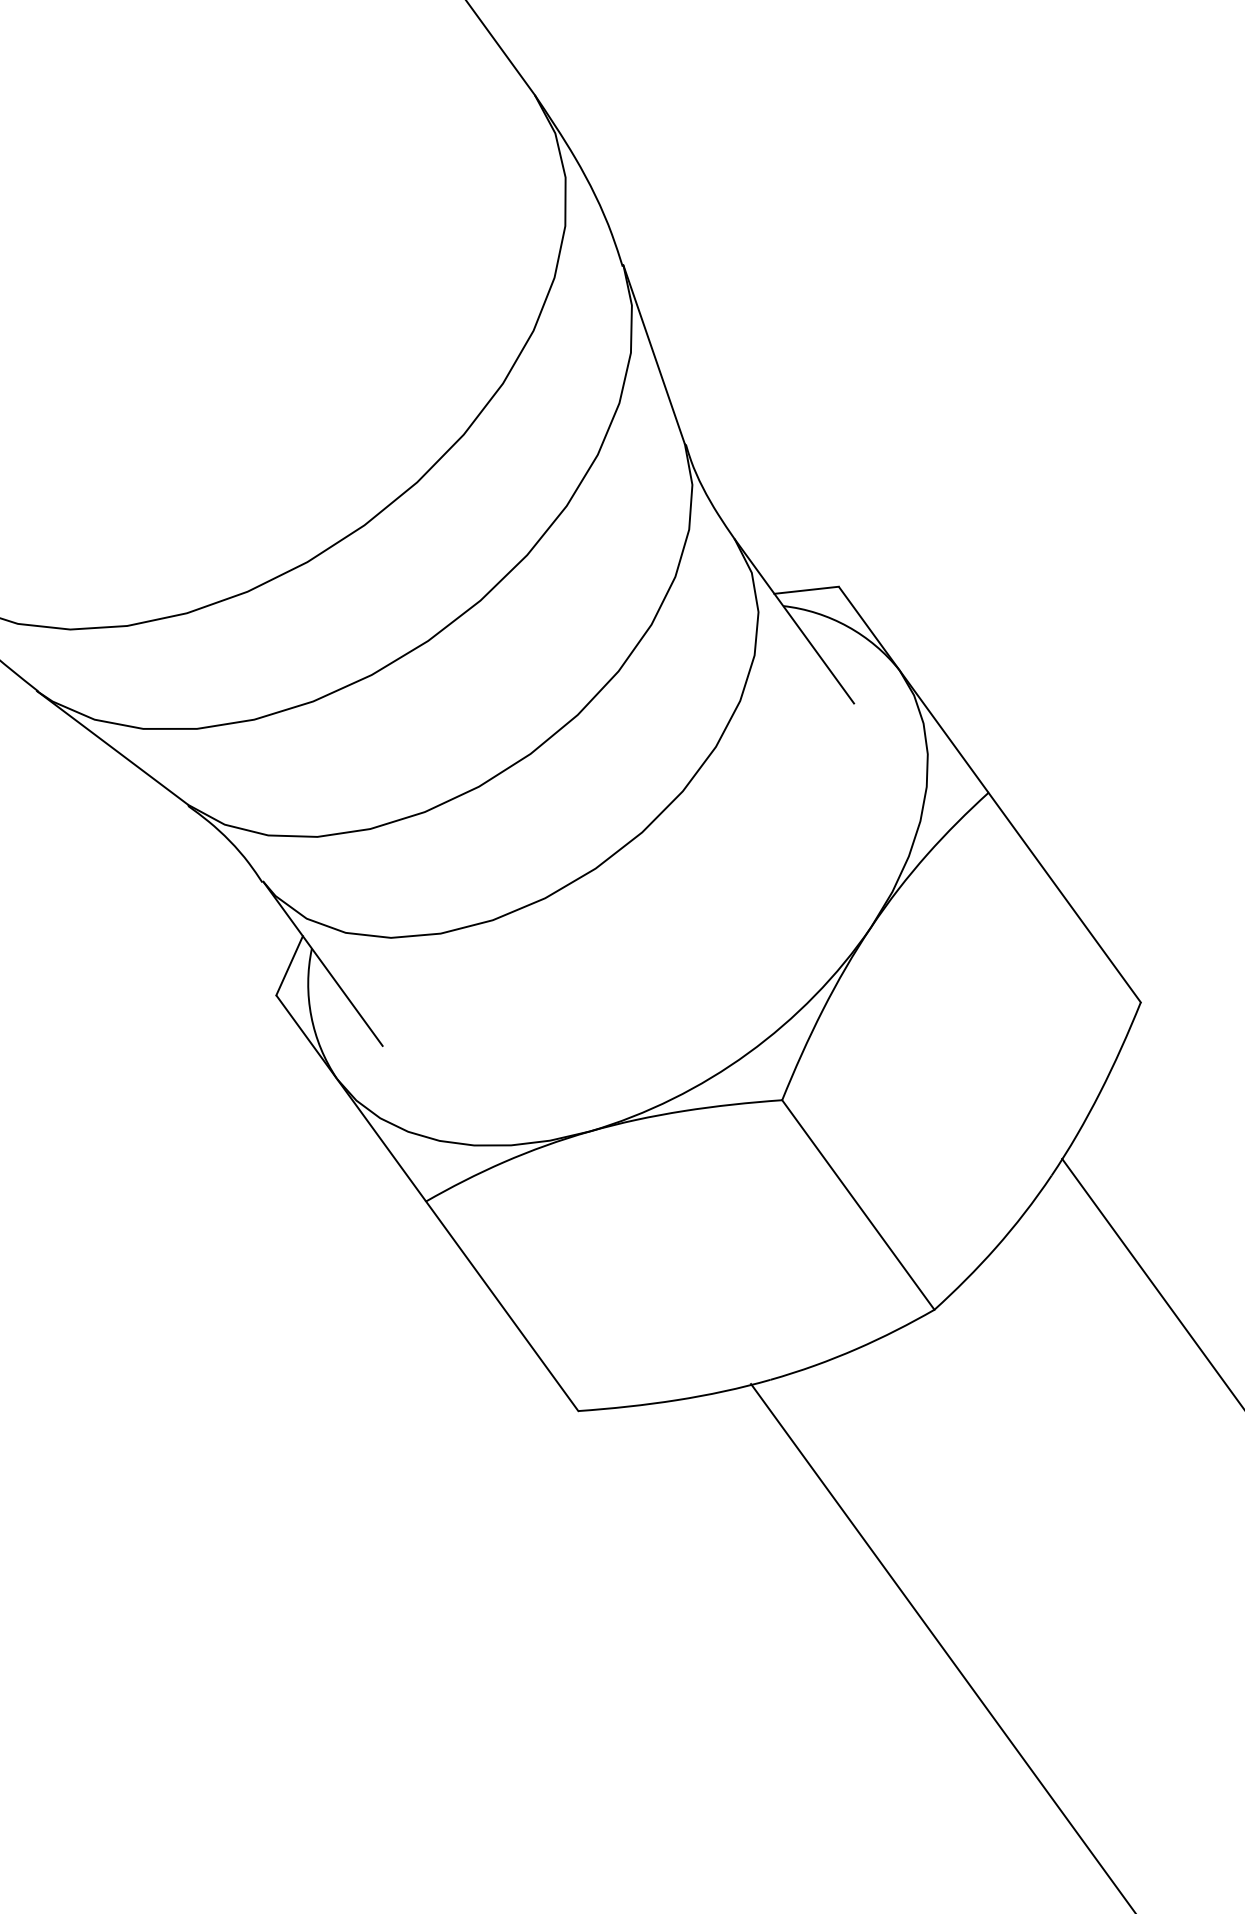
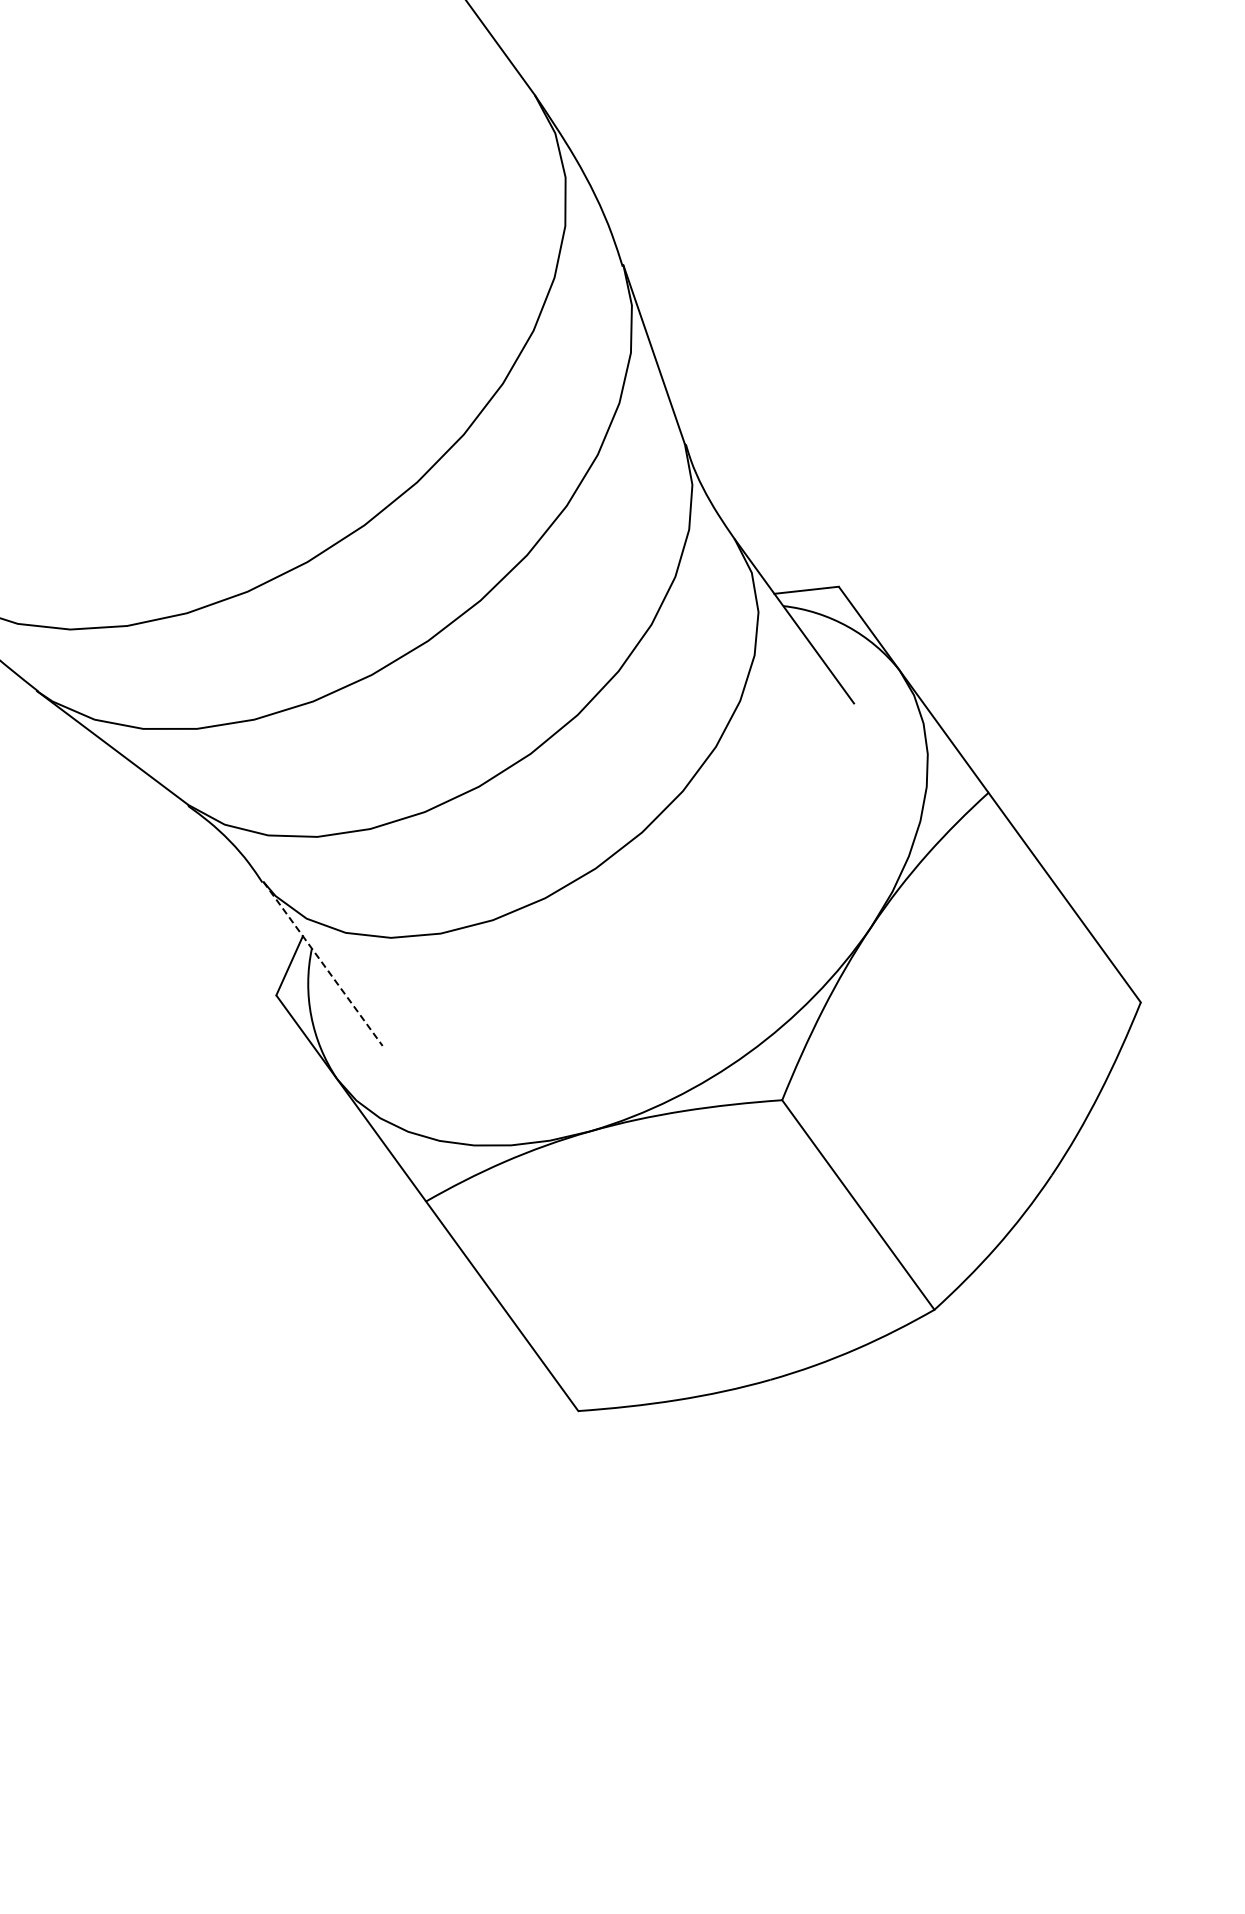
line at (323, 964): solid -> dashed
line at (1151, 1281): present -> none
line at (942, 1647): present -> none
